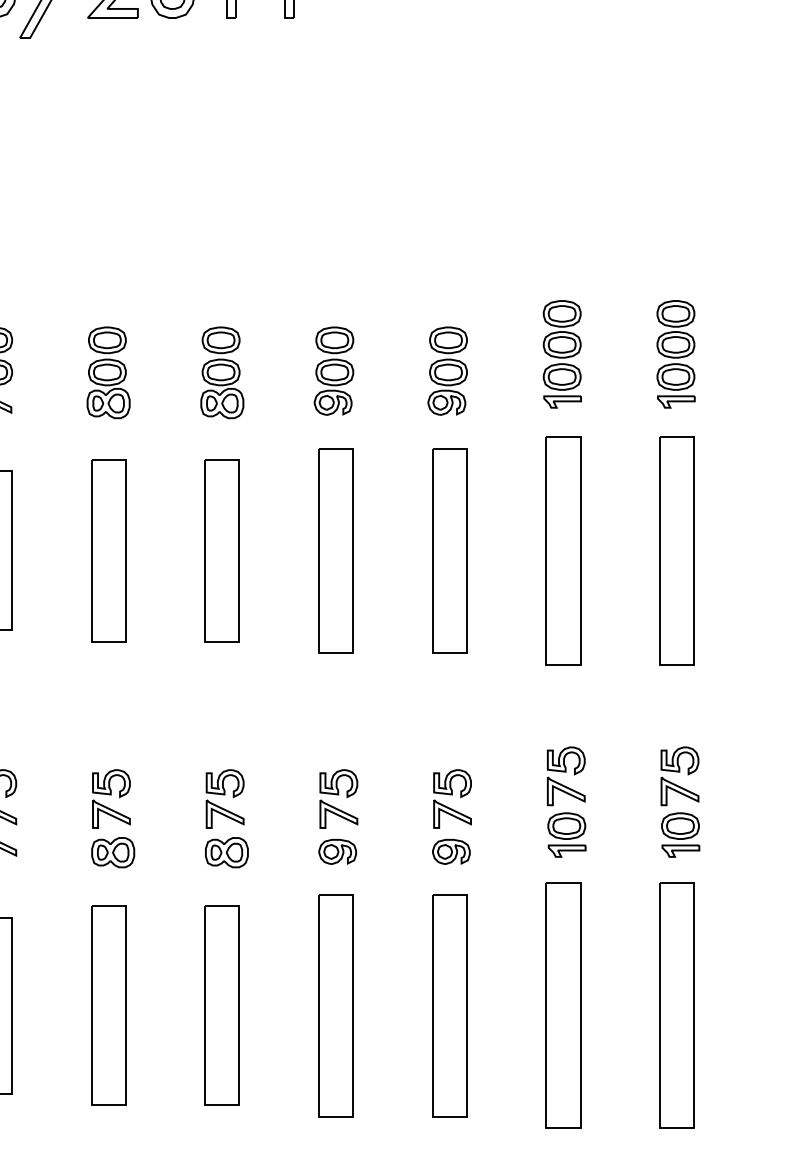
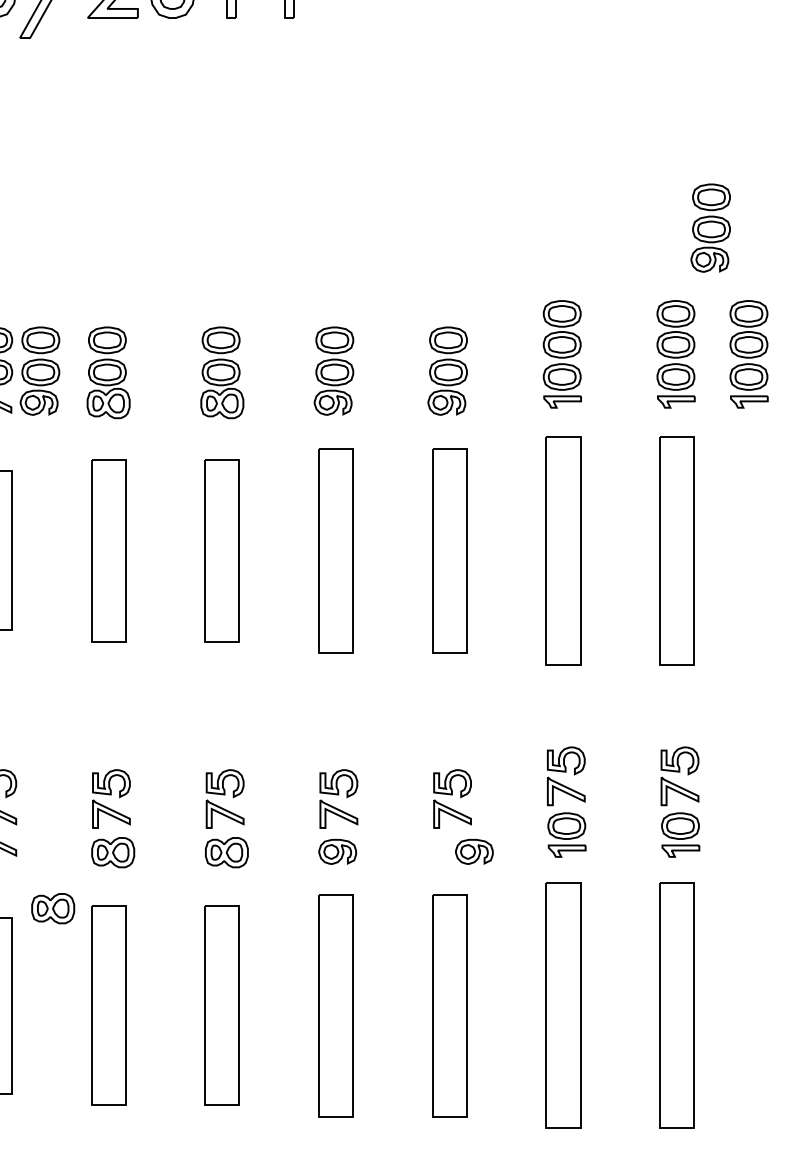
part at (710, 227): none -> present
part at (748, 354): none -> present
part at (39, 370): none -> present
part at (451, 851) position: (451, 851) -> (474, 851)
part at (53, 908): none -> present
